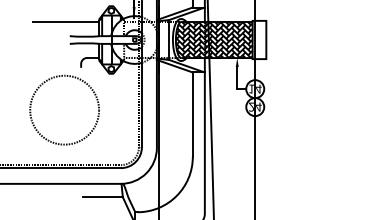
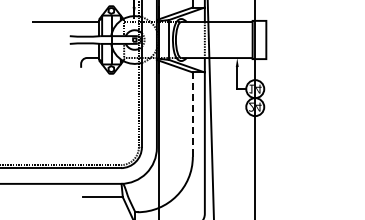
hatch at (213, 40): present -> none
circle at (64, 109): present -> none
line at (192, 115): solid -> dashed
